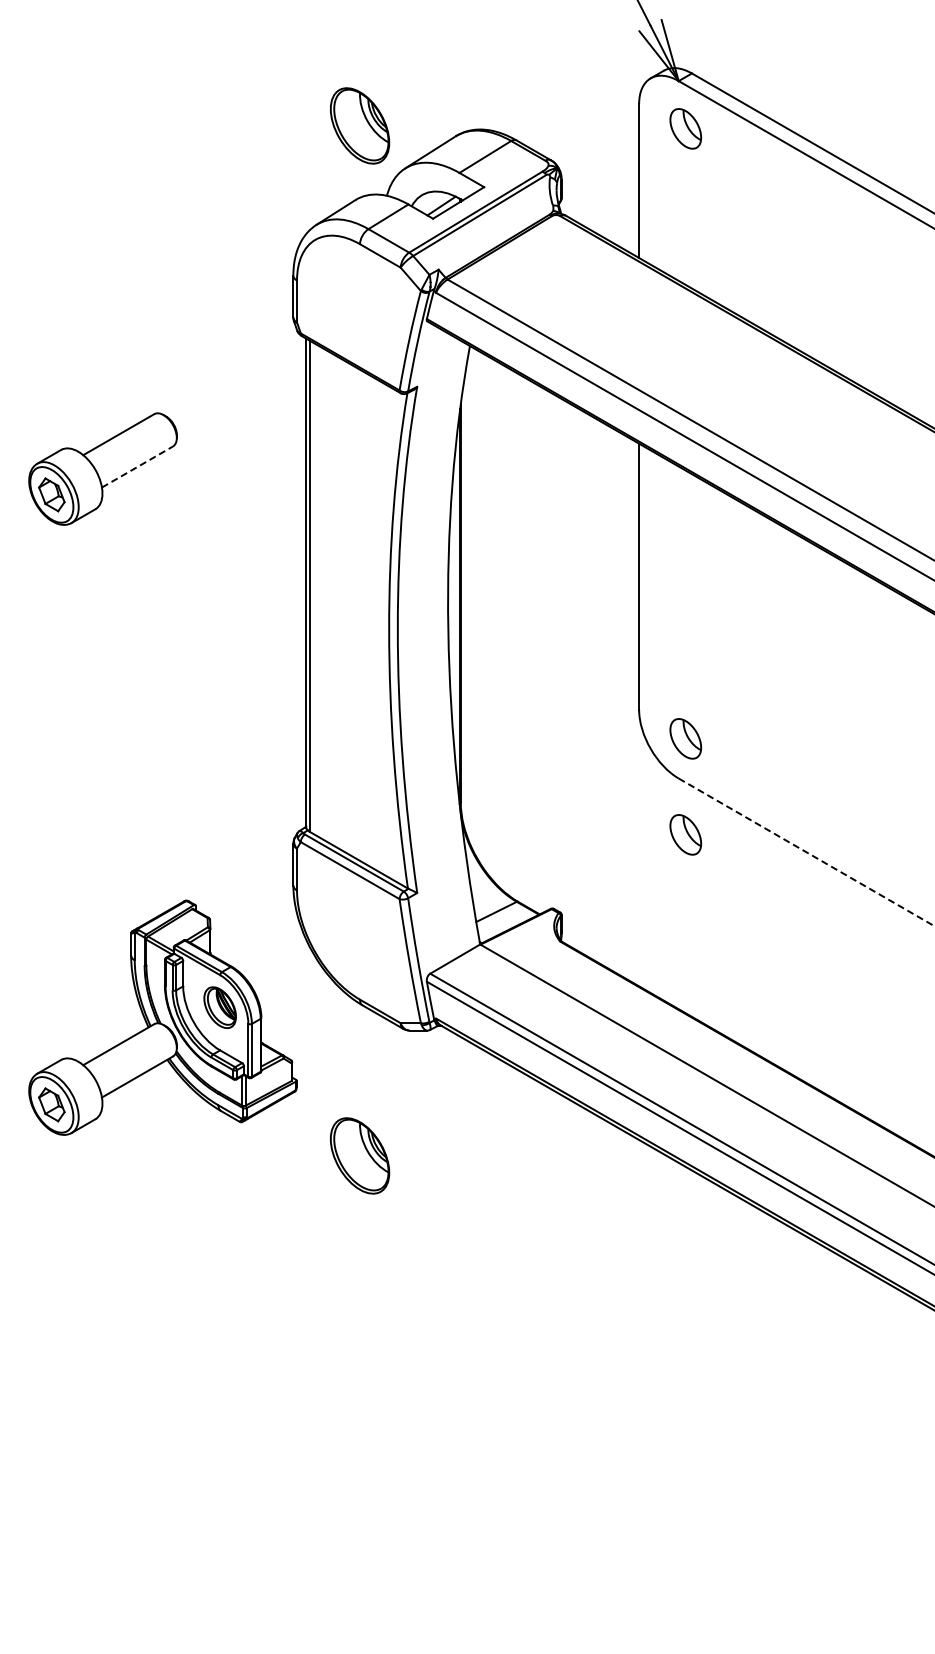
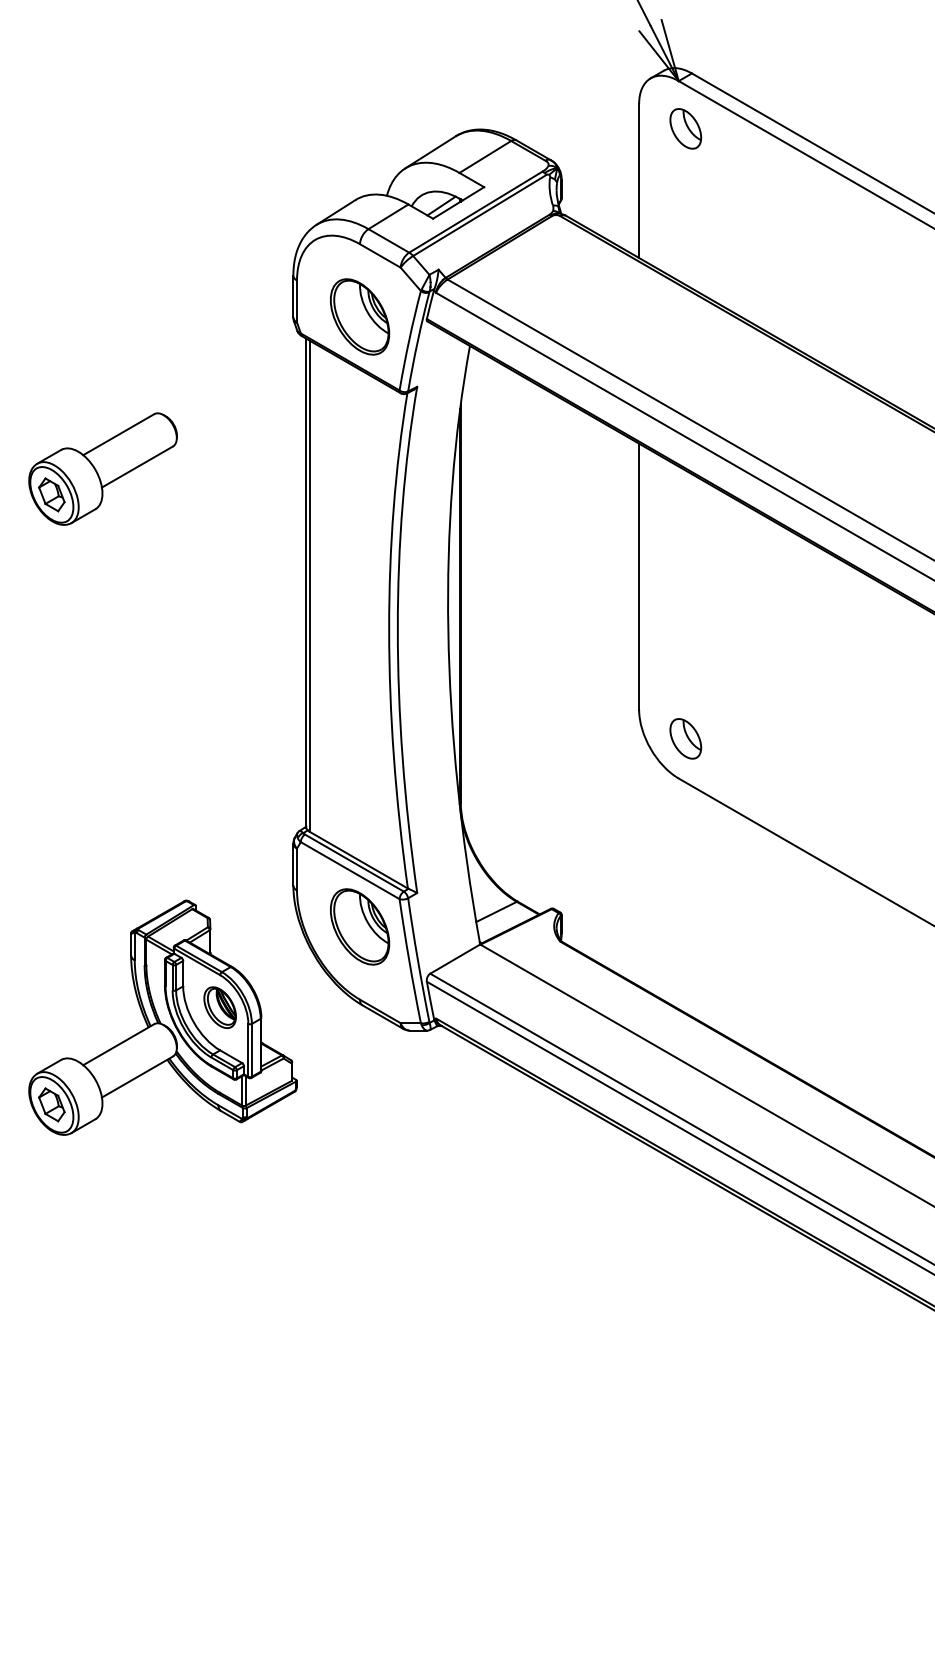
part at (360, 125) position: (360, 125) -> (360, 316)
line at (137, 467): dashed -> solid
part at (685, 834): present -> none
line at (806, 852): dashed -> solid
part at (360, 1155) position: (360, 1155) -> (360, 926)
